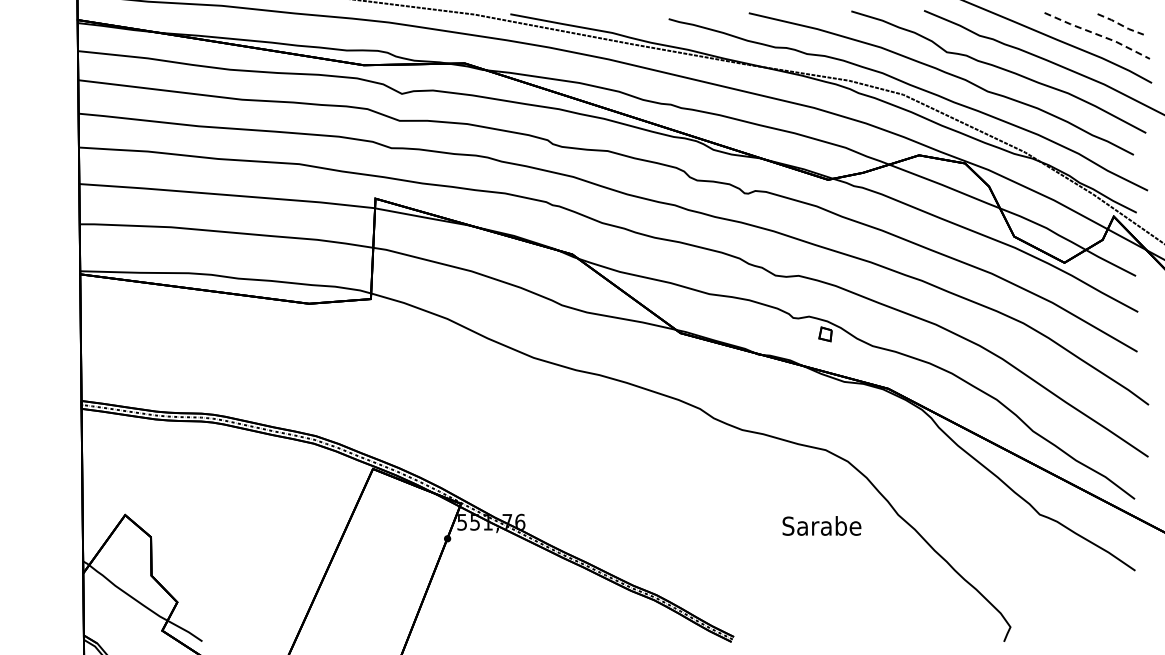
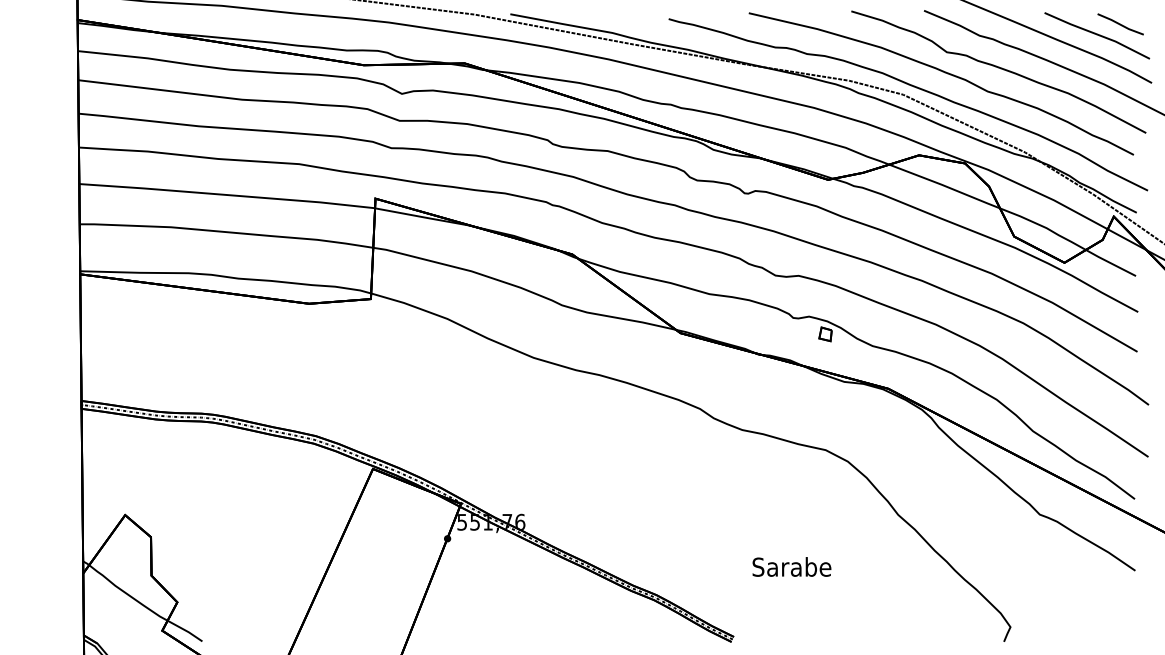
line at (1120, 24): dashed -> solid
line at (1098, 34): dashed -> solid
text at (821, 525) position: (821, 525) -> (791, 566)
